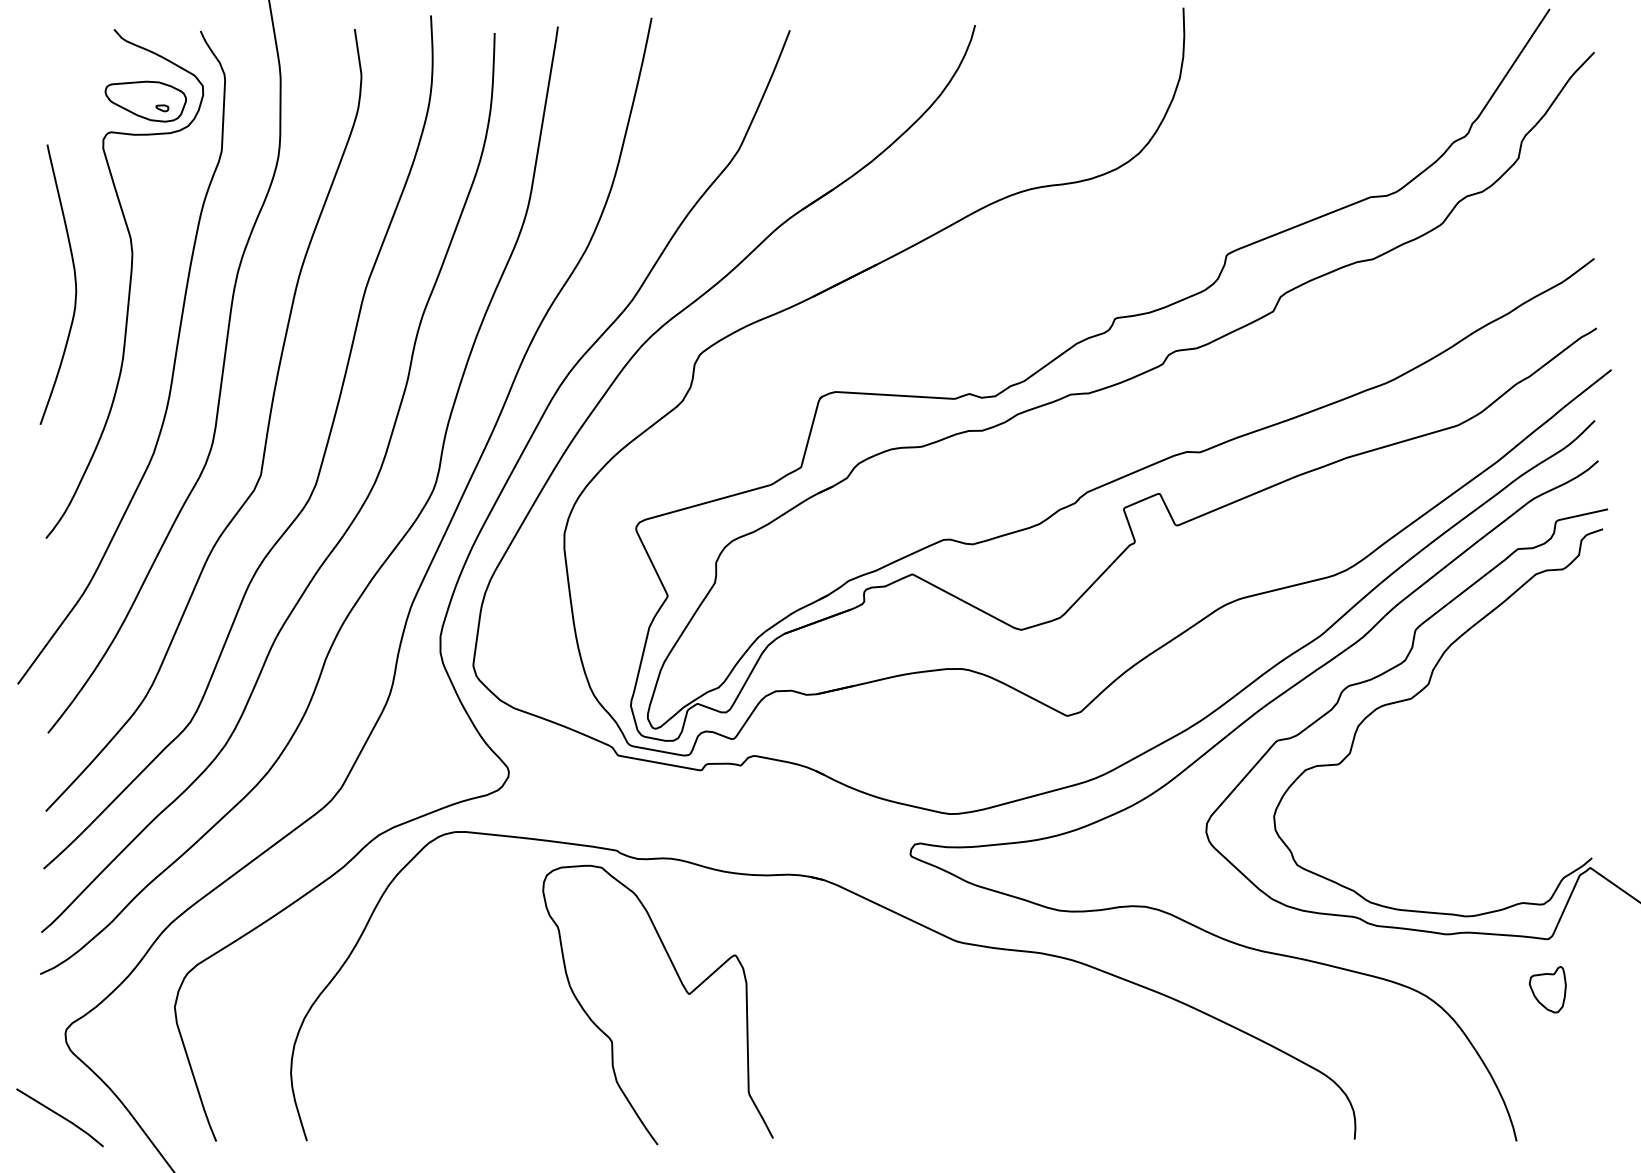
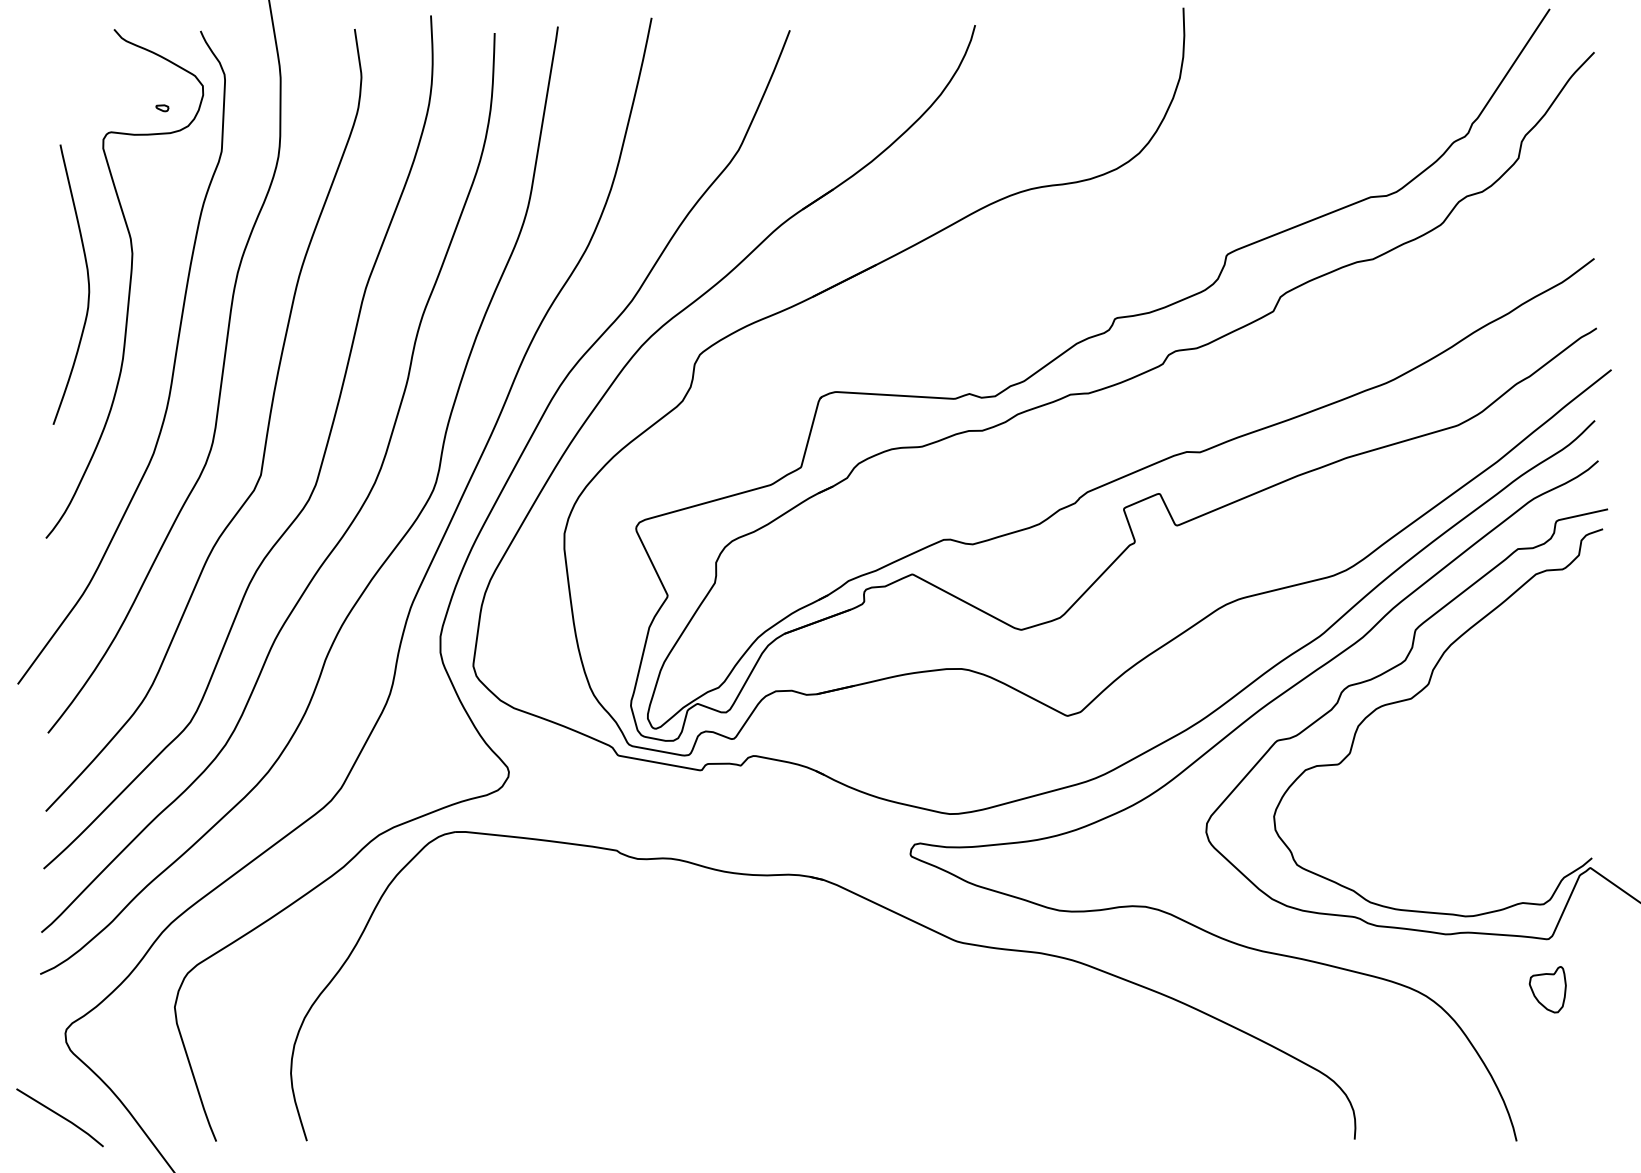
part at (145, 101): present -> none
curve at (74, 281) position: (74, 281) -> (87, 281)
curve at (683, 988): present -> none
